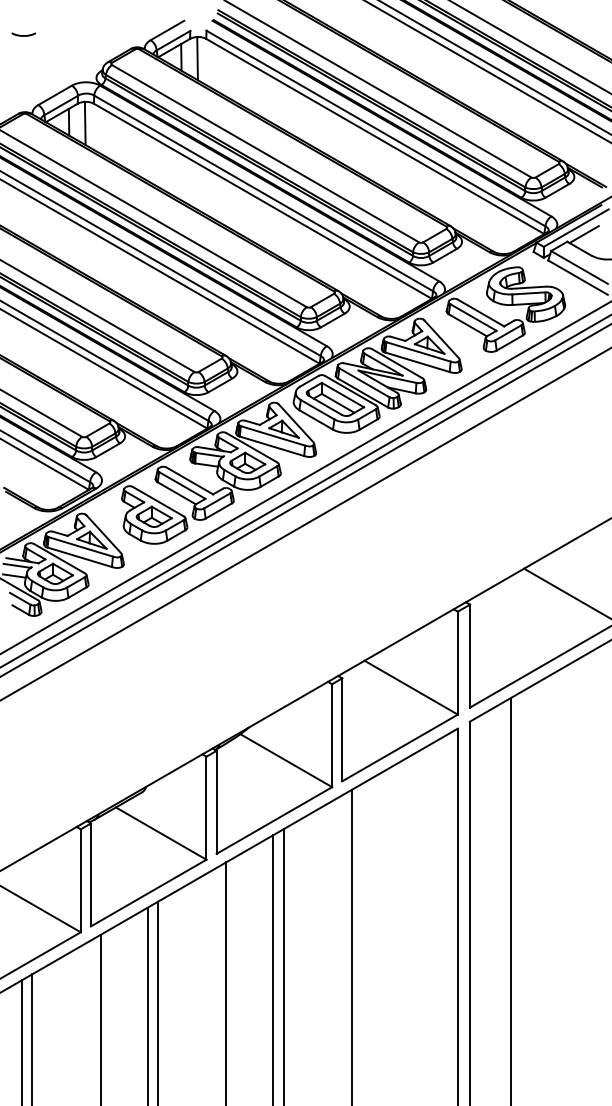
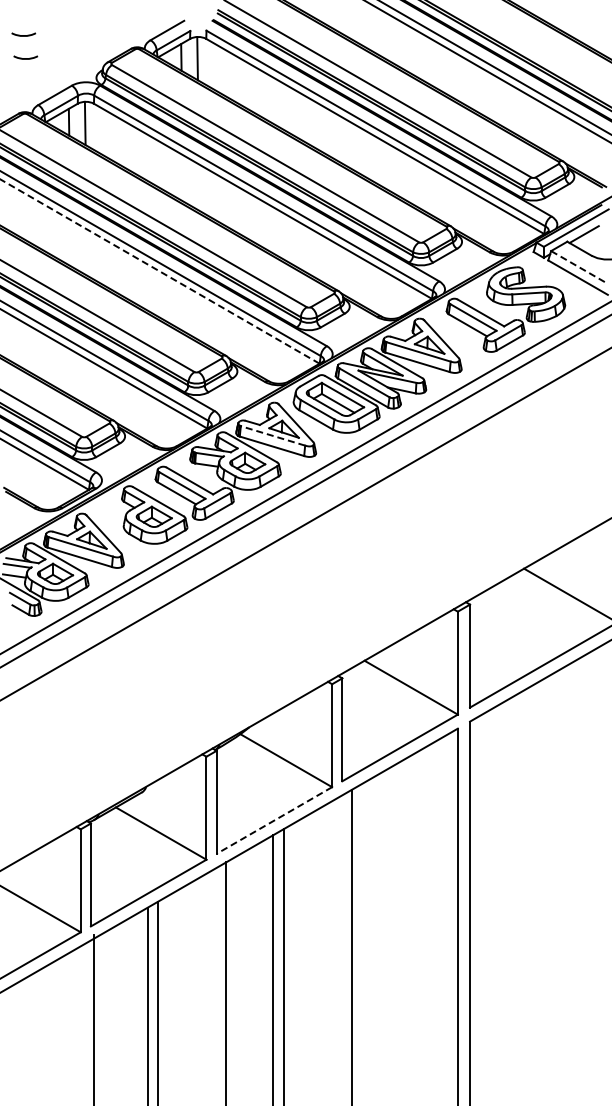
line at (530, 47): present -> none
curve at (25, 58): none -> present
line at (579, 267): solid -> dashed
line at (159, 271): solid -> dashed
line at (273, 435): solid -> dashed
line at (305, 500): present -> none
line at (274, 820): solid -> dashed
line at (511, 899): present -> none
line at (100, 1018) position: (100, 1018) -> (93, 1018)
line at (32, 1038): present -> none
line at (21, 1041): present -> none
